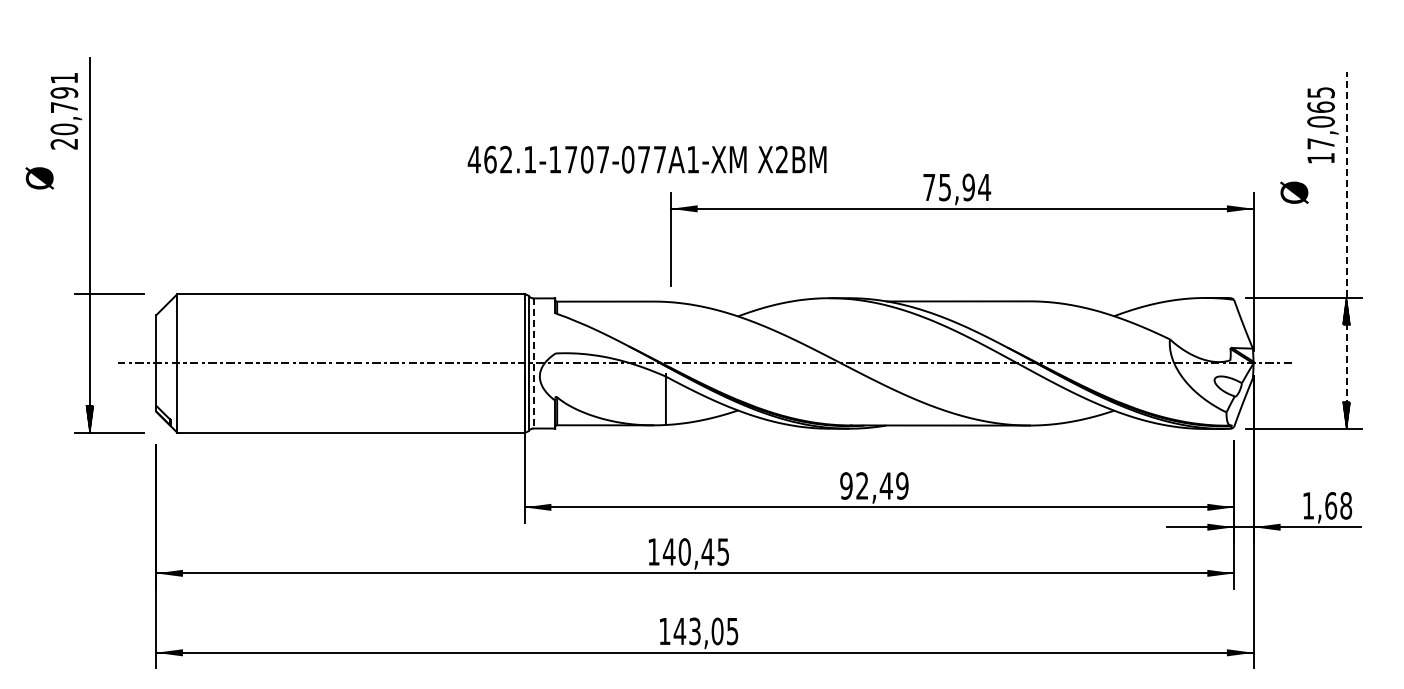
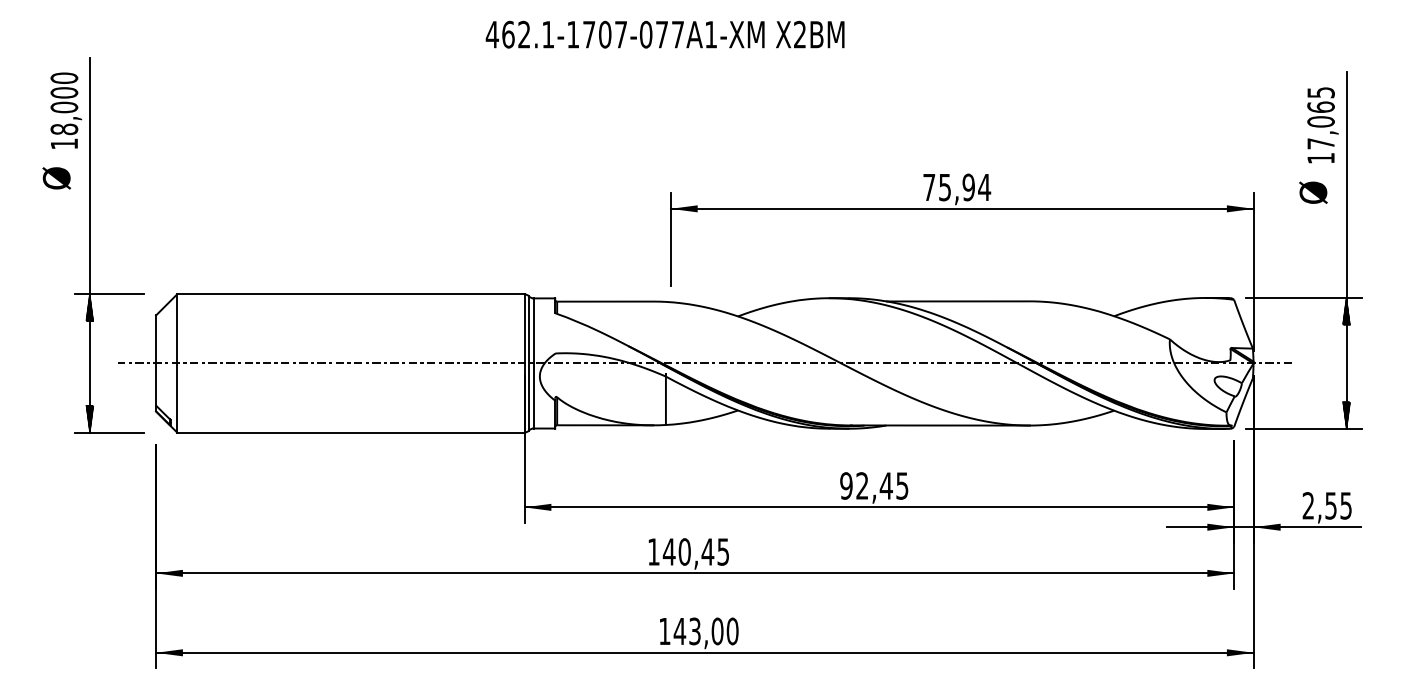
text at (64, 110): 20,791 -> 18,000
text at (646, 159) position: (646, 159) -> (664, 34)
text at (39, 178) position: (39, 178) -> (56, 178)
text at (1294, 192) position: (1294, 192) -> (1313, 192)
line at (1346, 250): dashed -> solid
hatch at (89, 307): none -> present
line at (533, 363): dashed -> solid
text at (902, 485): 92,49 -> 92,45
text at (1327, 505): 1,68 -> 2,55
text at (732, 631): 143,05 -> 143,00
